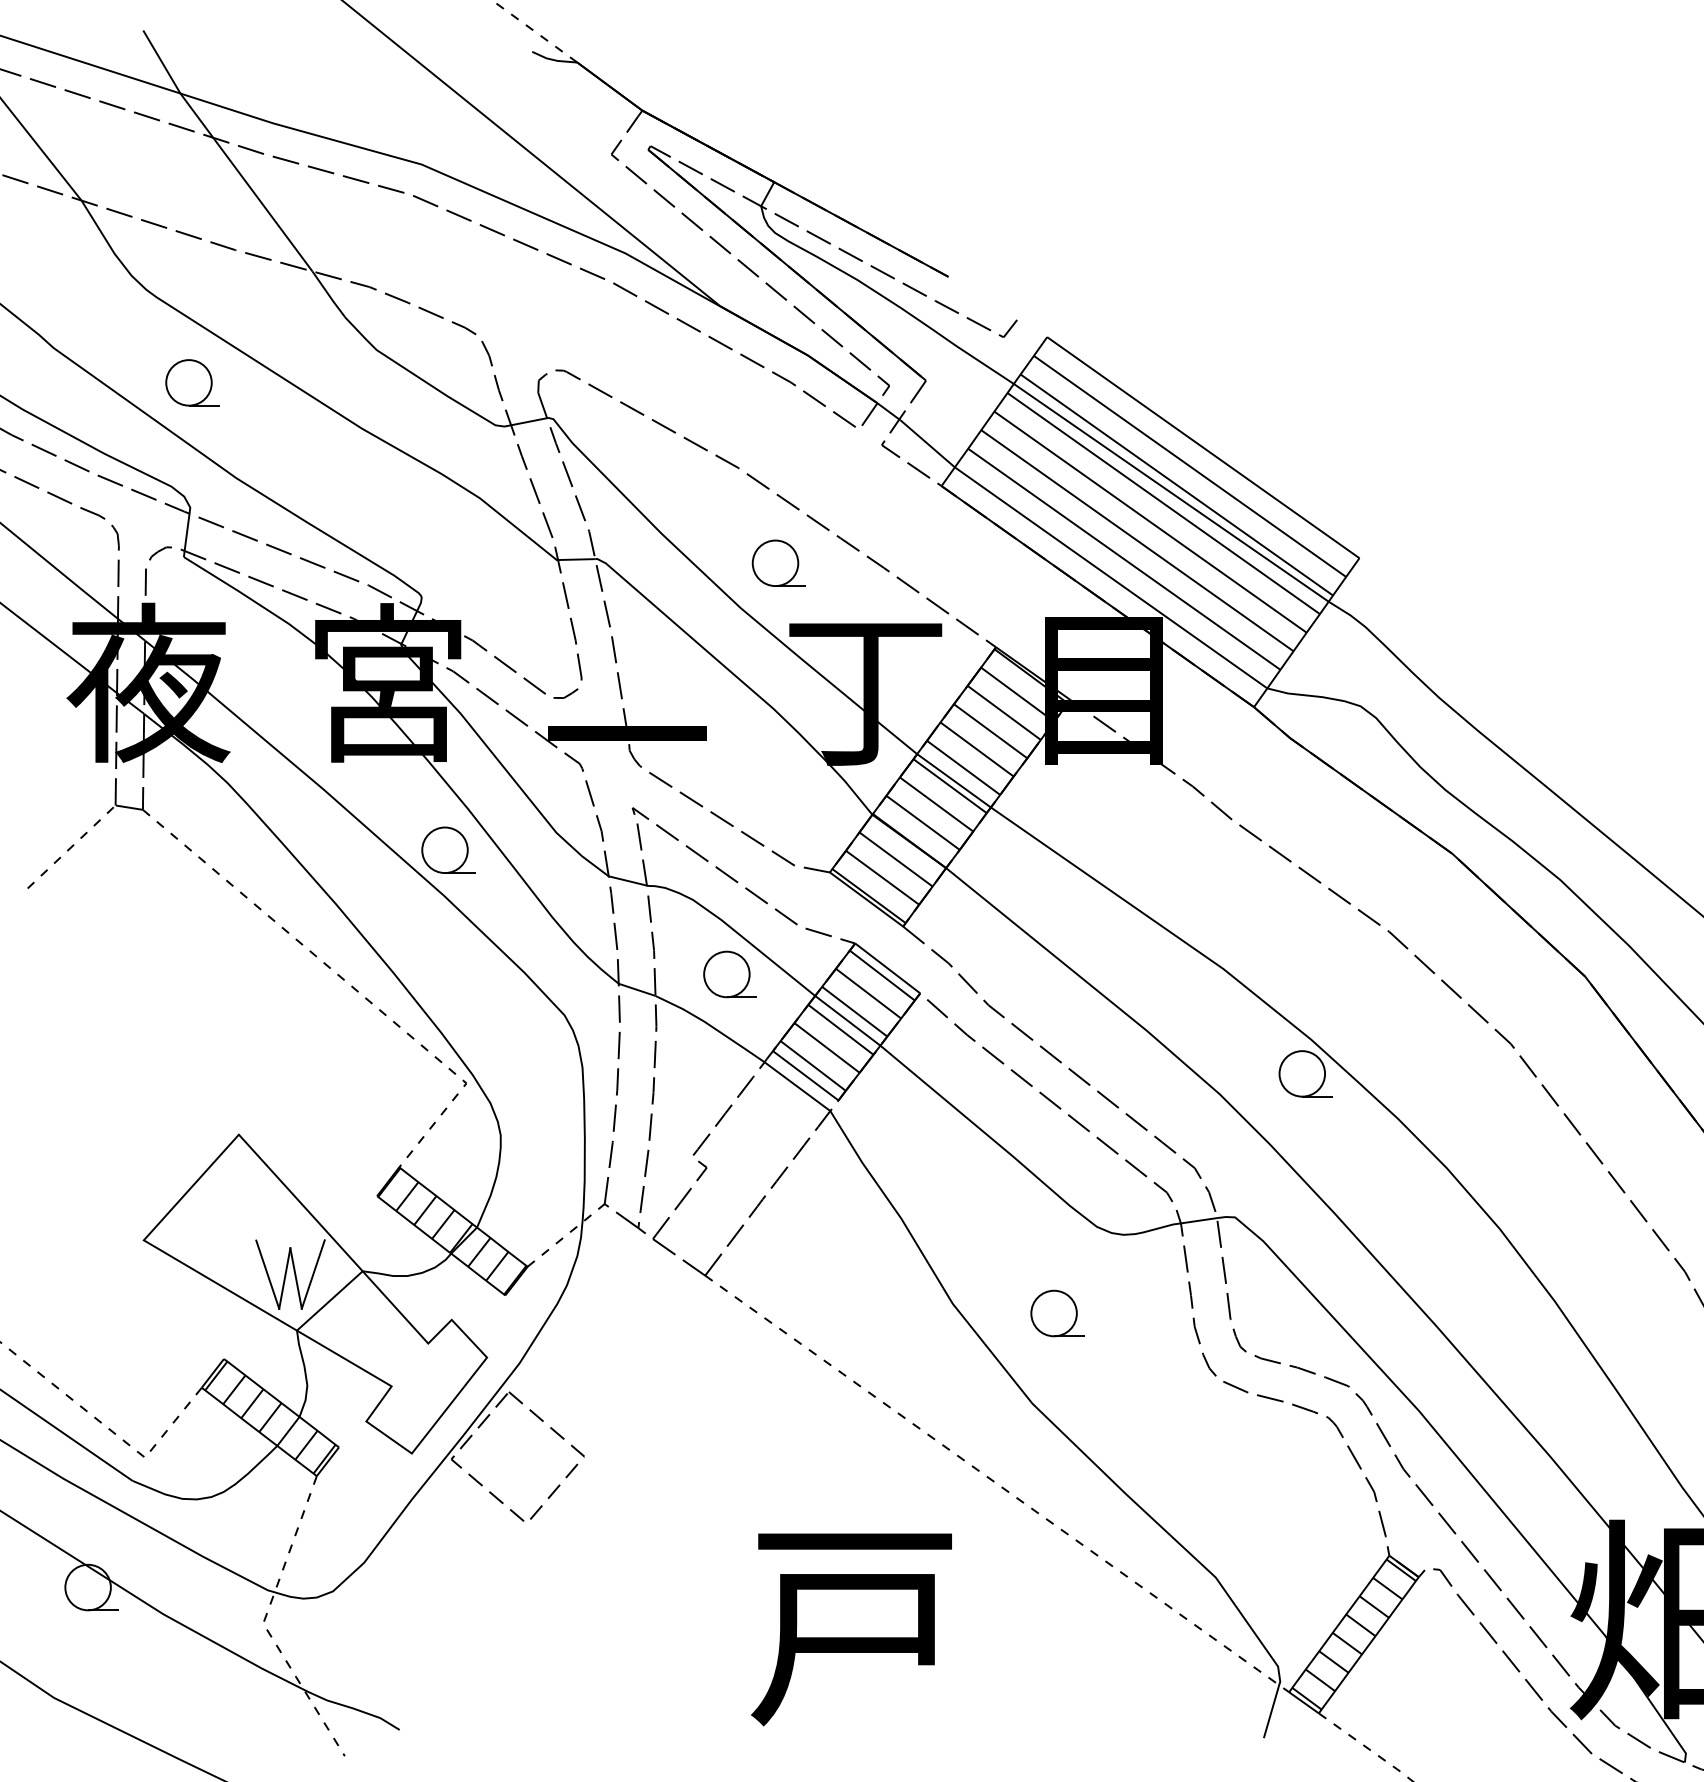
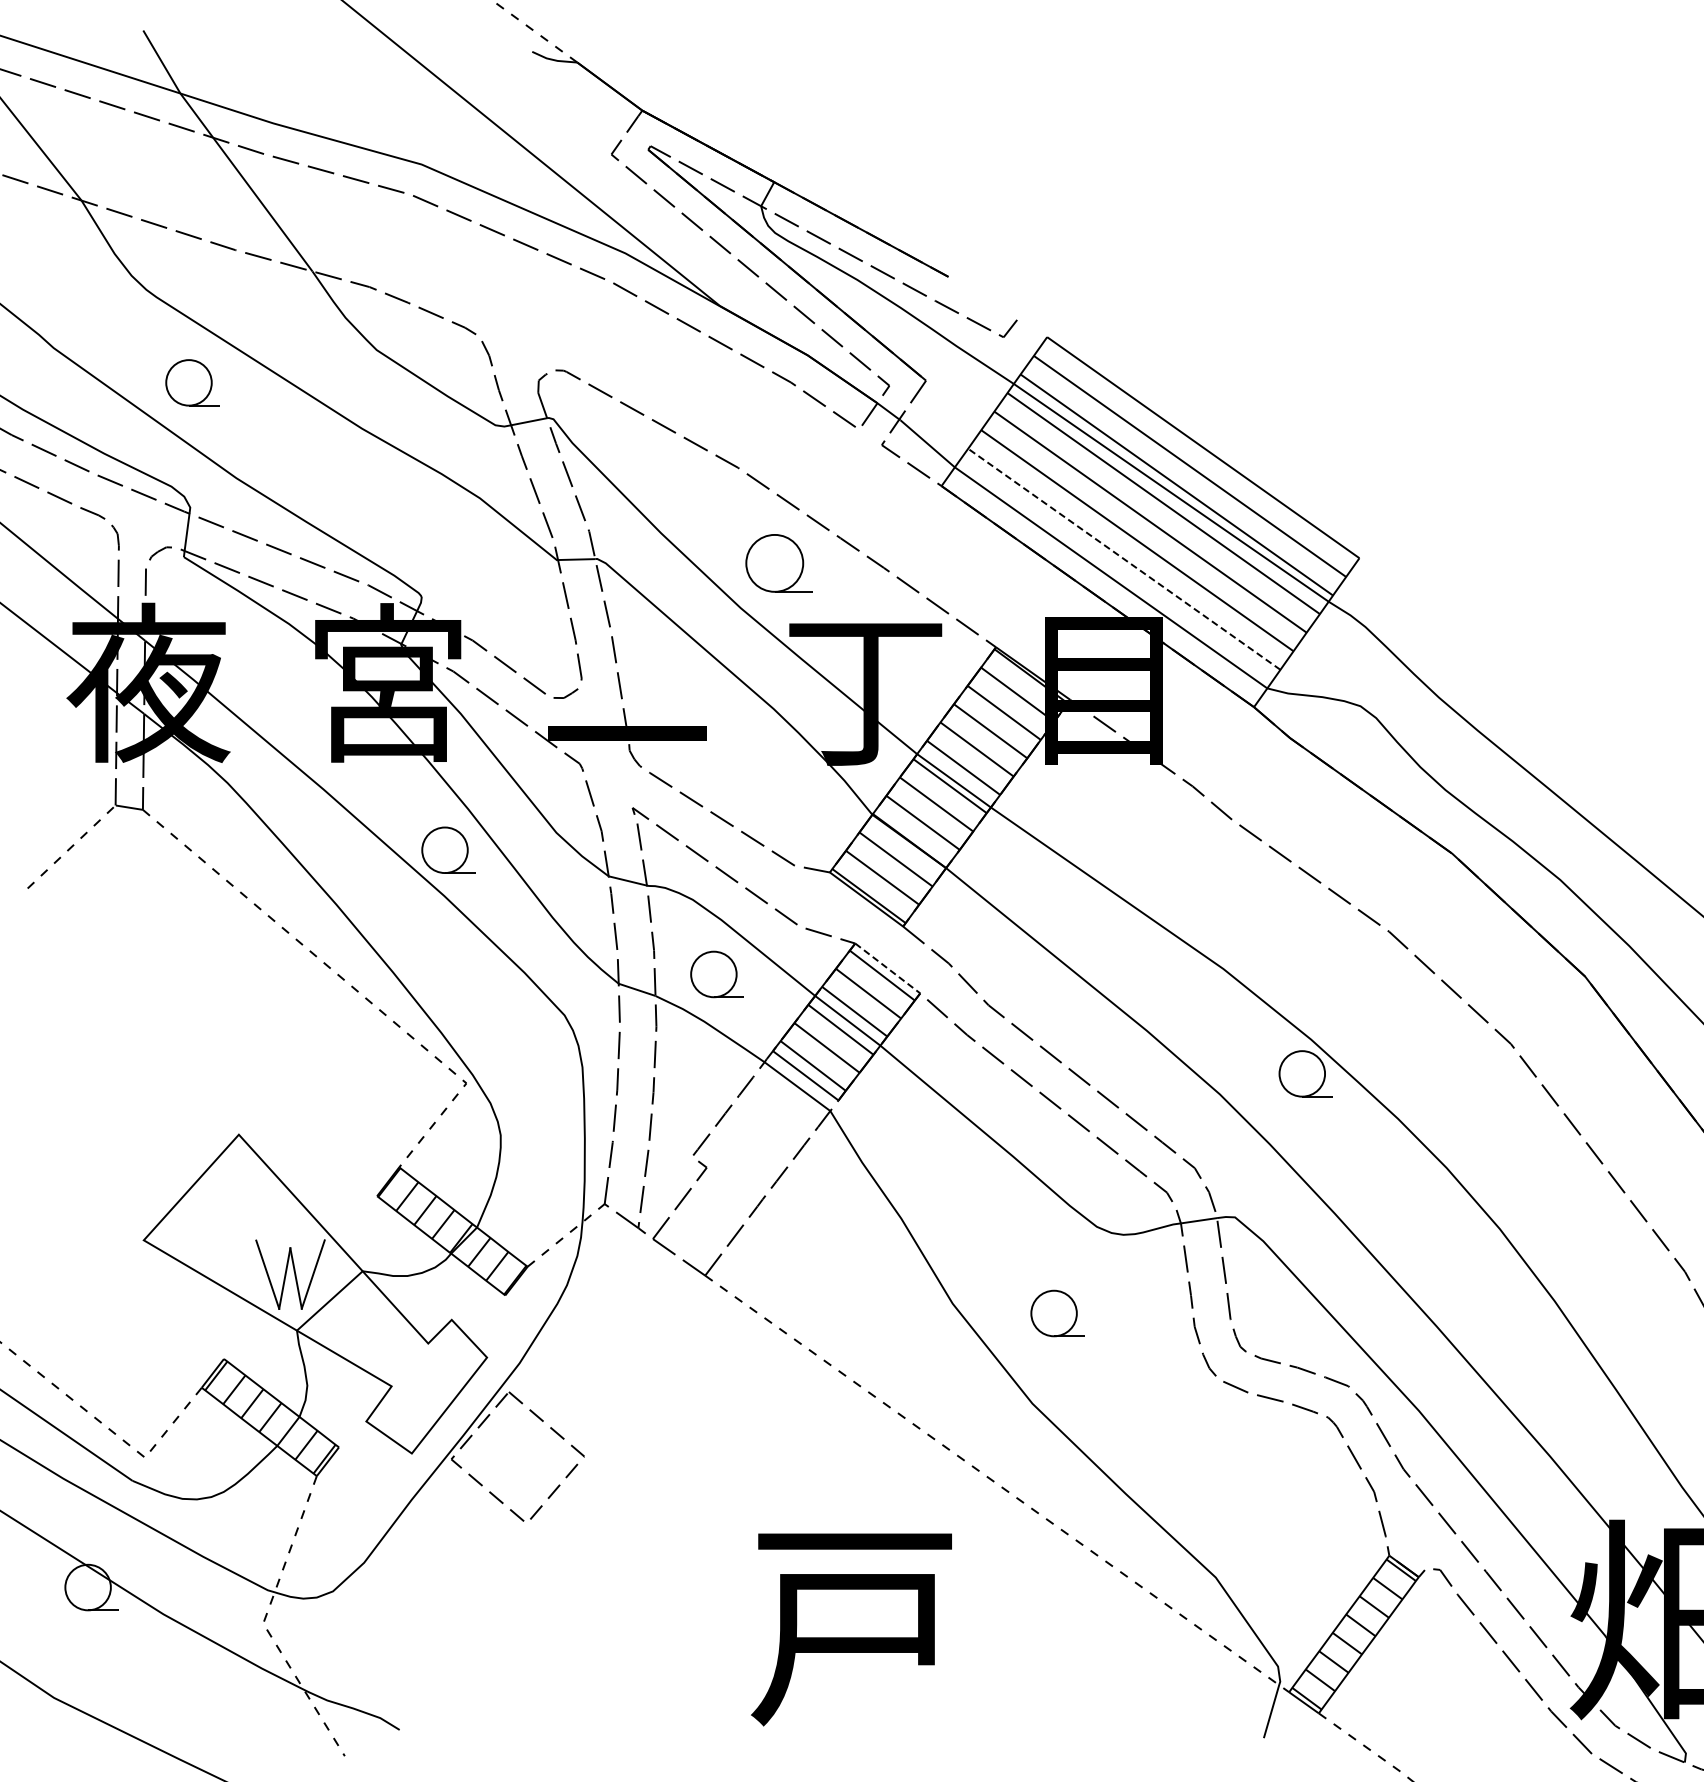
line at (1123, 559): solid -> dashed
part at (778, 562) size: 55x48 px -> 68x59 px
line at (887, 968): solid -> dashed
part at (729, 974) position: (729, 974) -> (716, 974)
